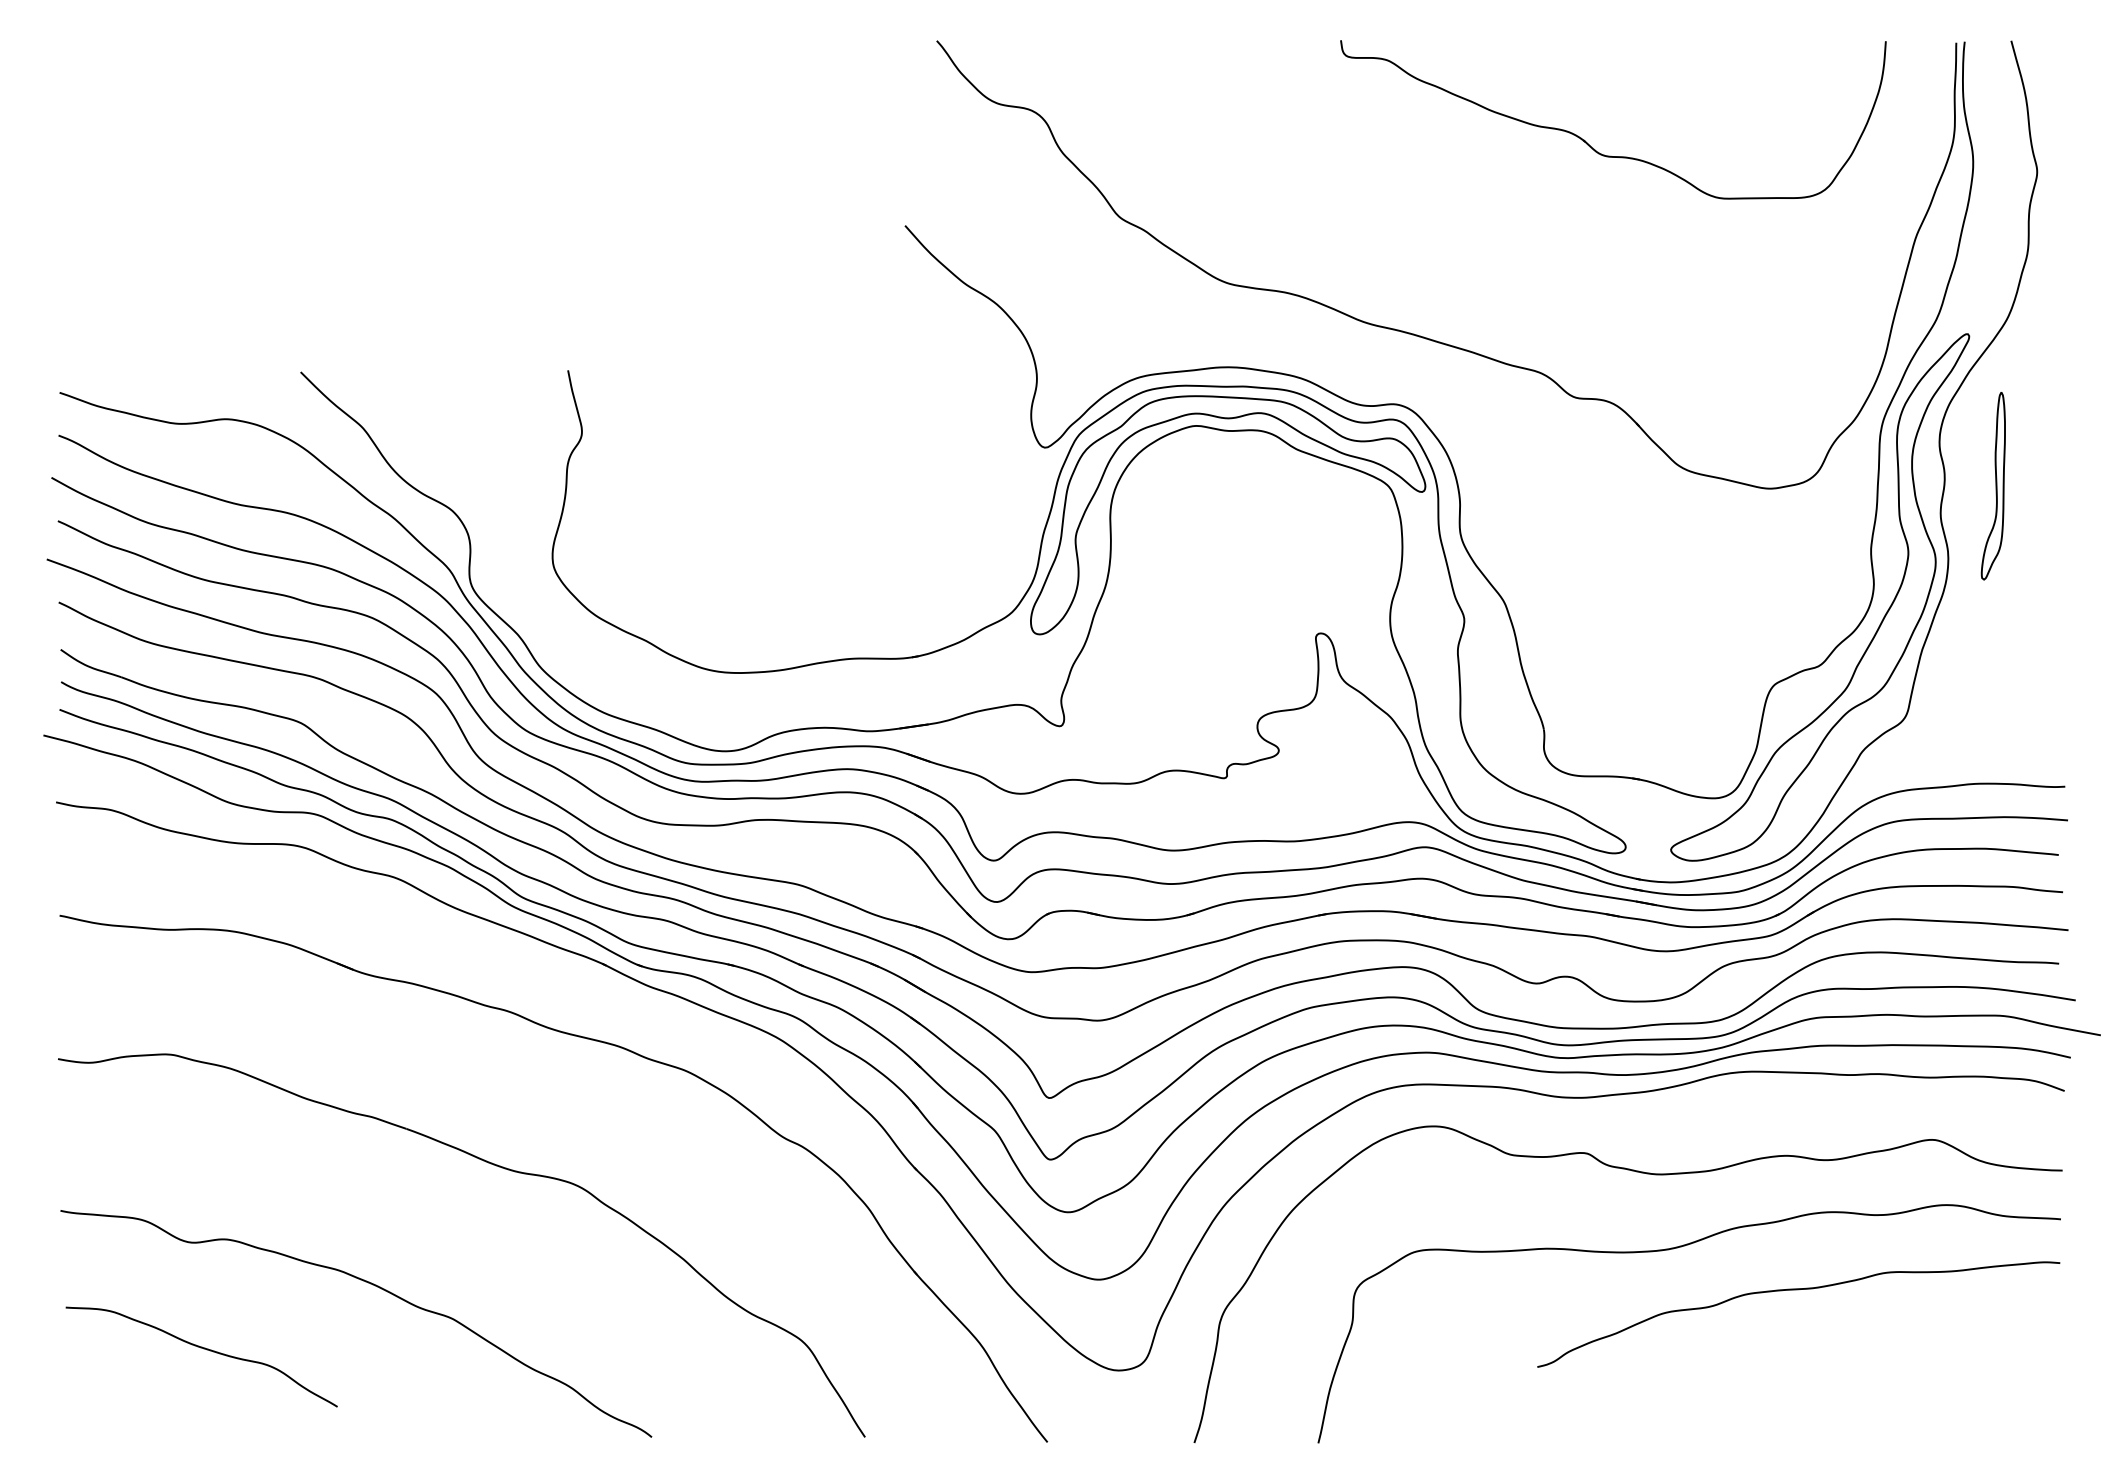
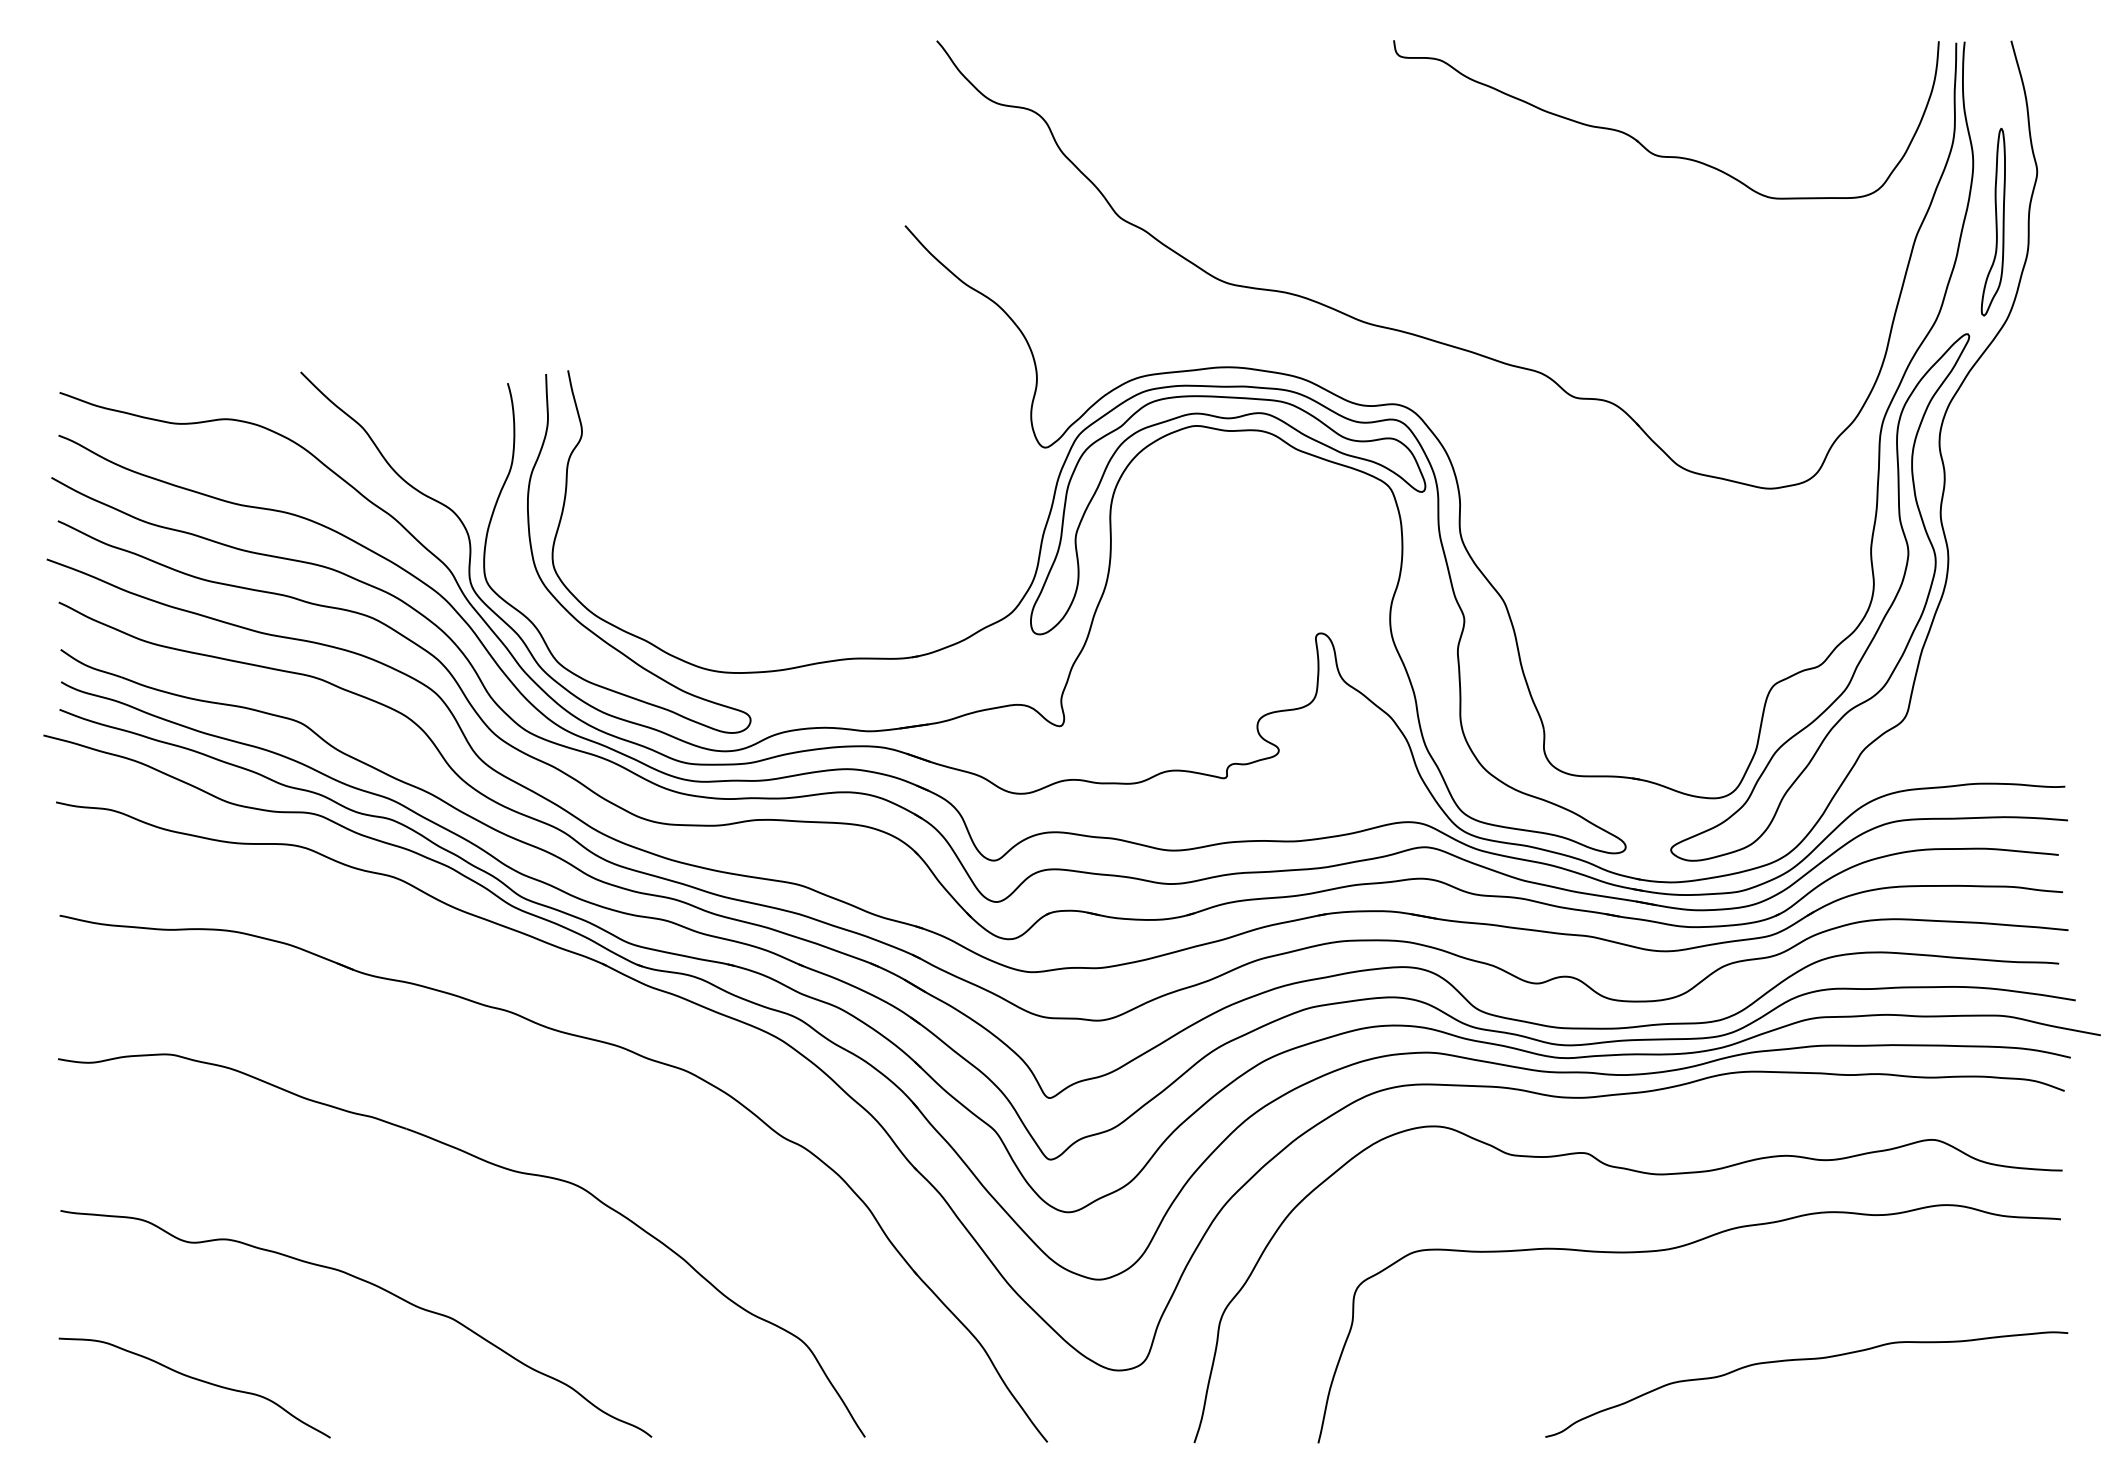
part at (1588, 143) position: (1588, 143) -> (1641, 143)
part at (1992, 486) position: (1992, 486) -> (1992, 222)
curve at (564, 606): none -> present
curve at (1798, 1290) position: (1798, 1290) -> (1806, 1360)
curve at (203, 1349) position: (203, 1349) -> (196, 1380)
